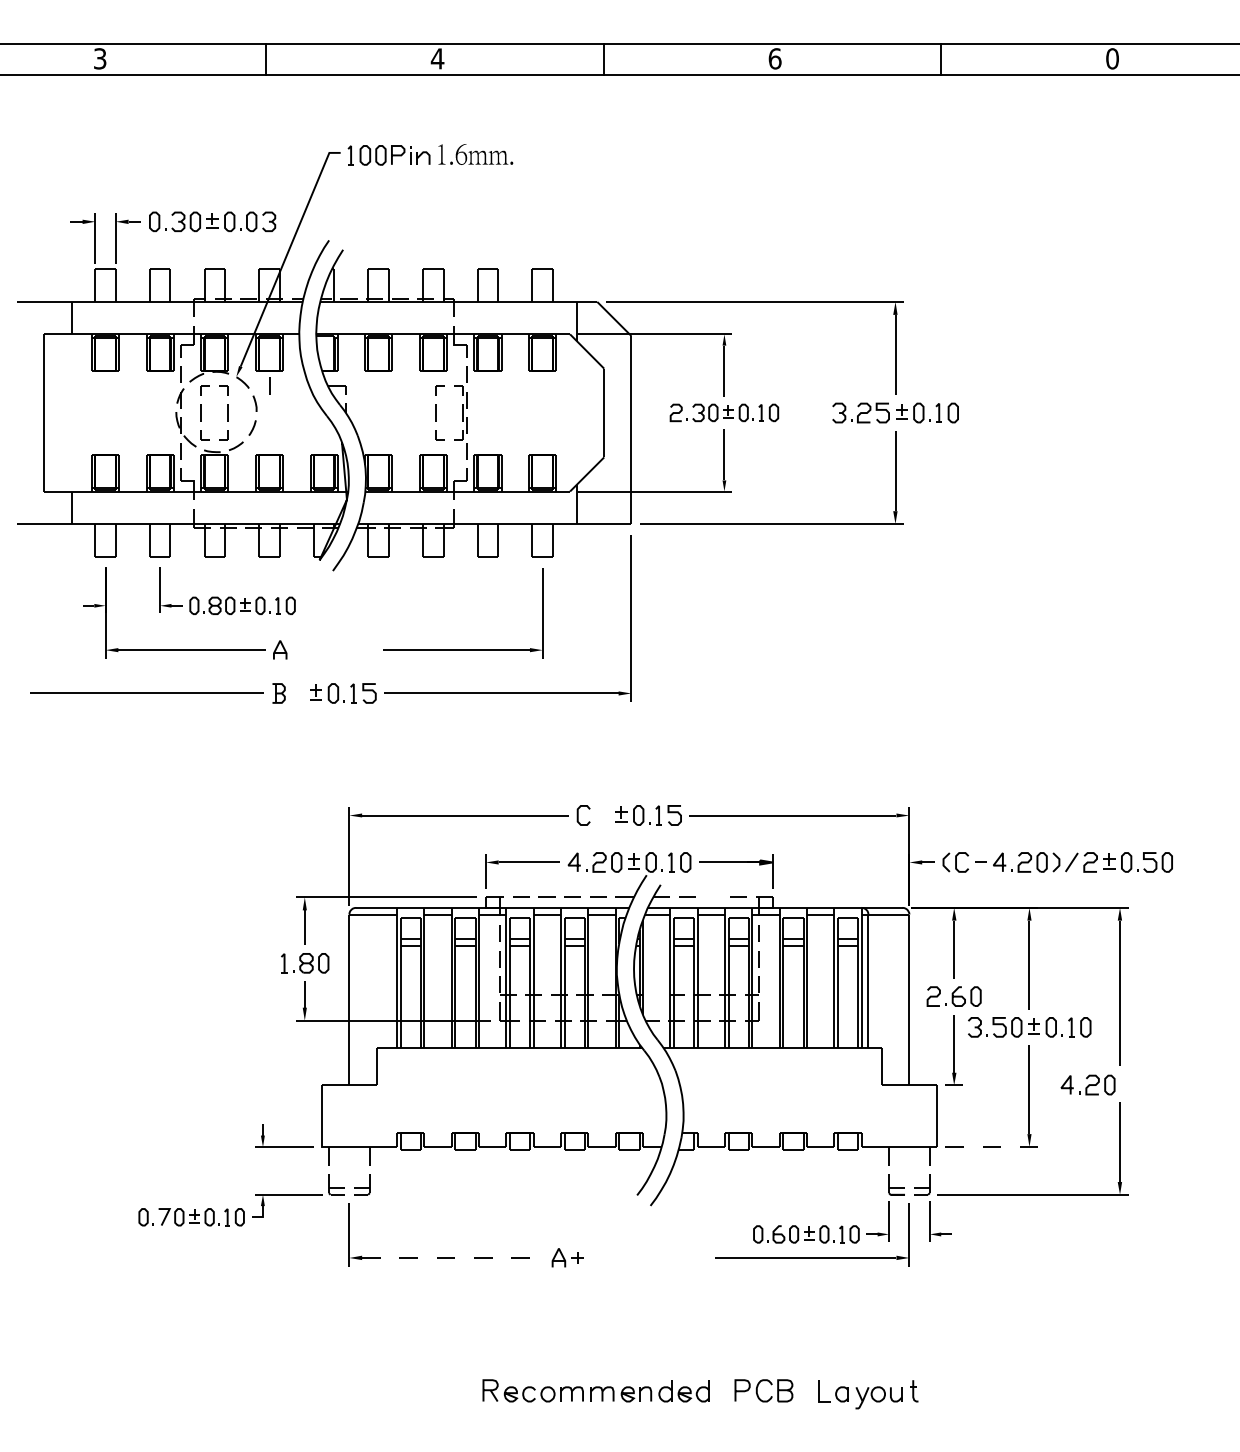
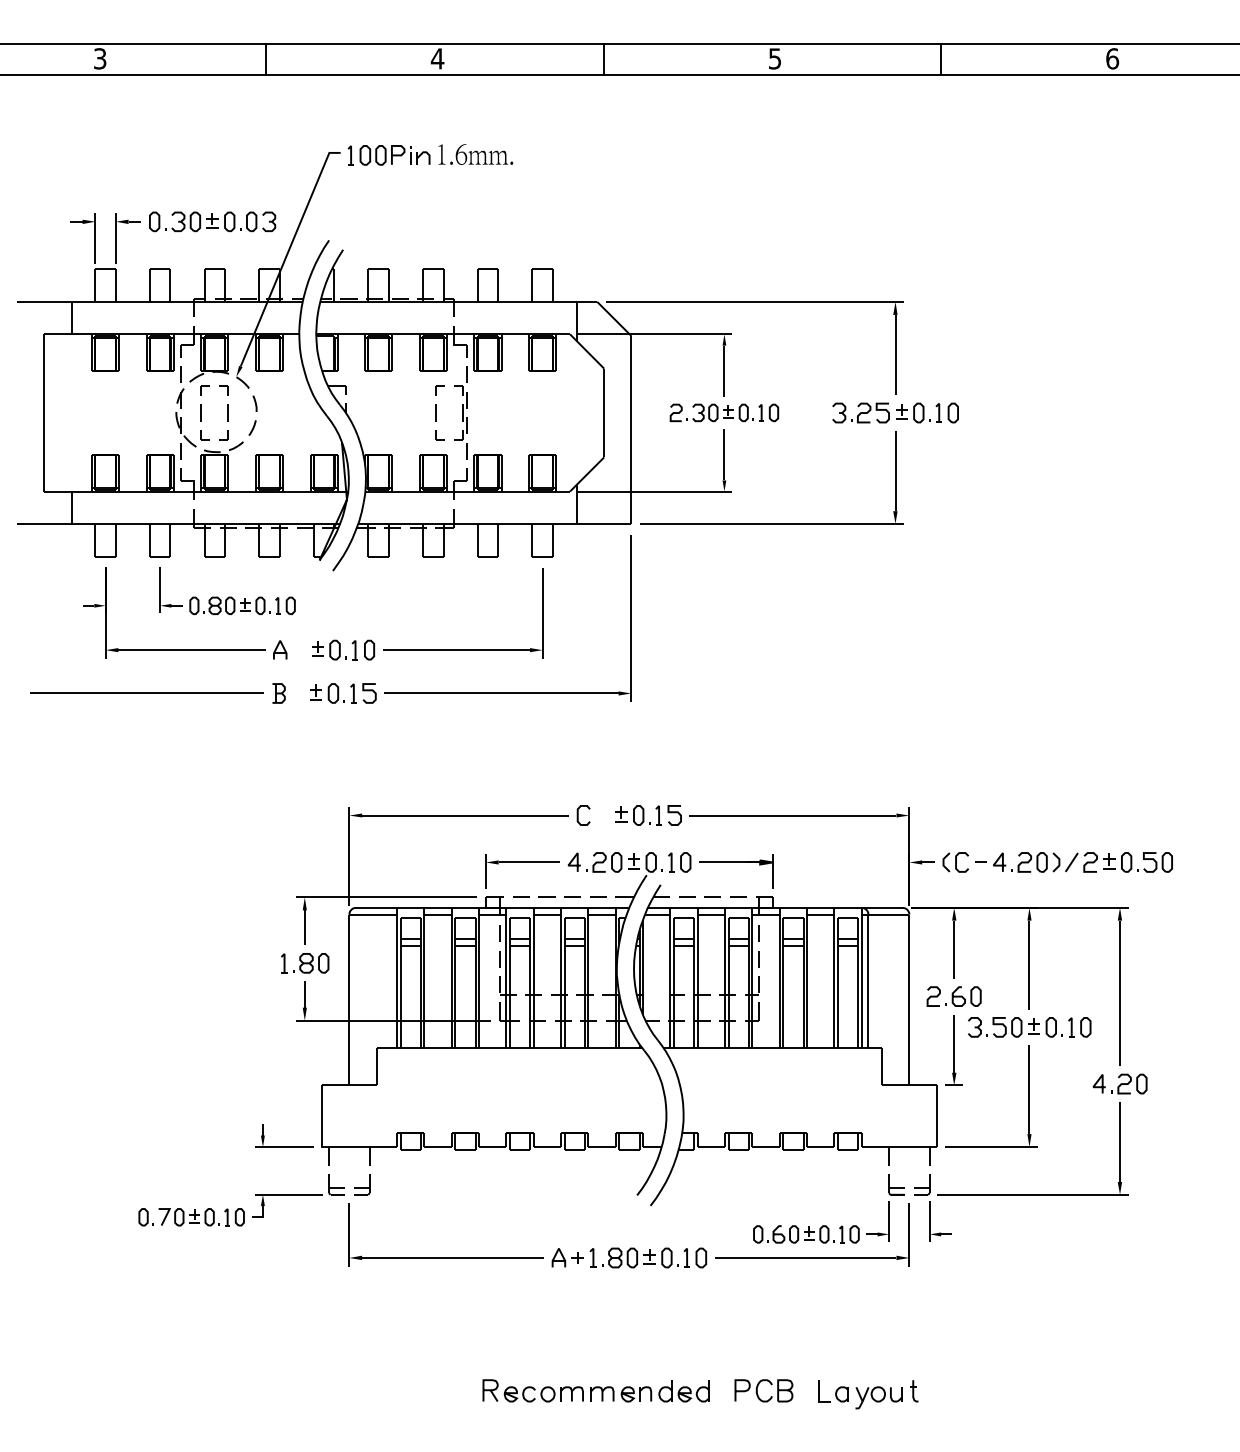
text at (774, 58): 6 -> 5
text at (1112, 58): 0 -> 6
line at (269, 385): present -> none
part at (343, 649): none -> present
line at (712, 896): none -> present
part at (1087, 1084) position: (1087, 1084) -> (1119, 1083)
line at (992, 1147): dashed -> solid
line at (453, 1257): dashed -> solid
part at (648, 1257): none -> present
